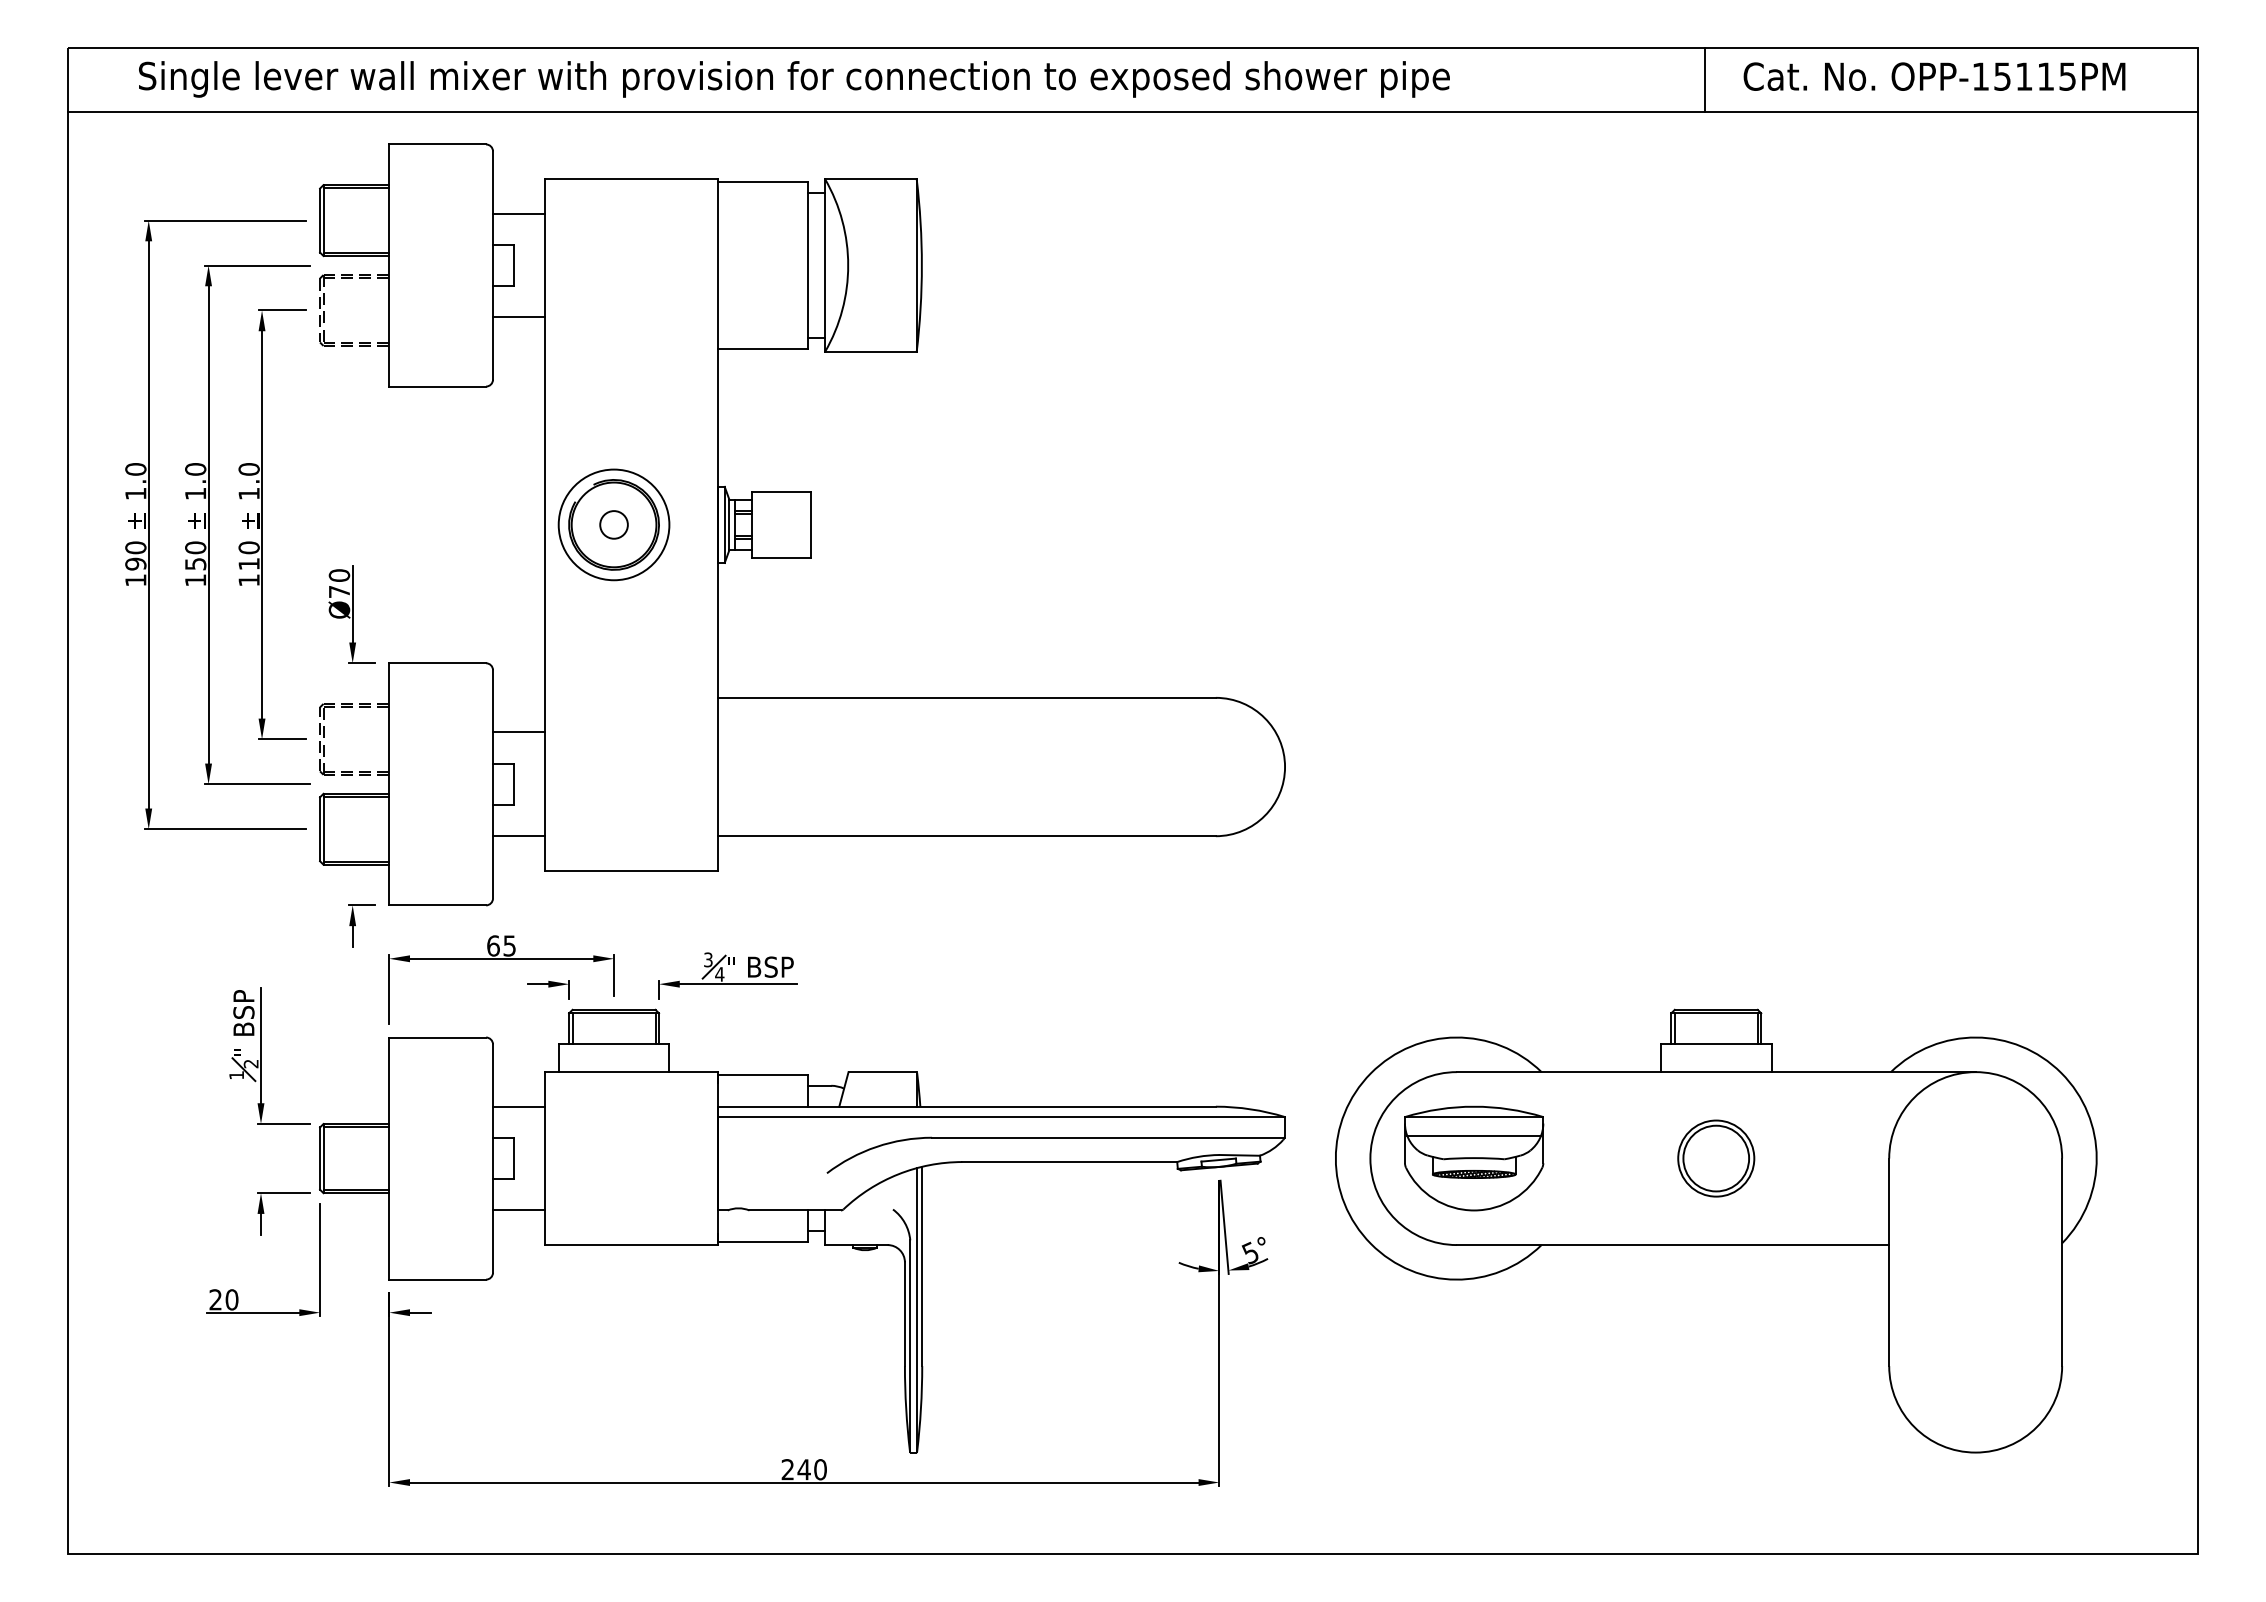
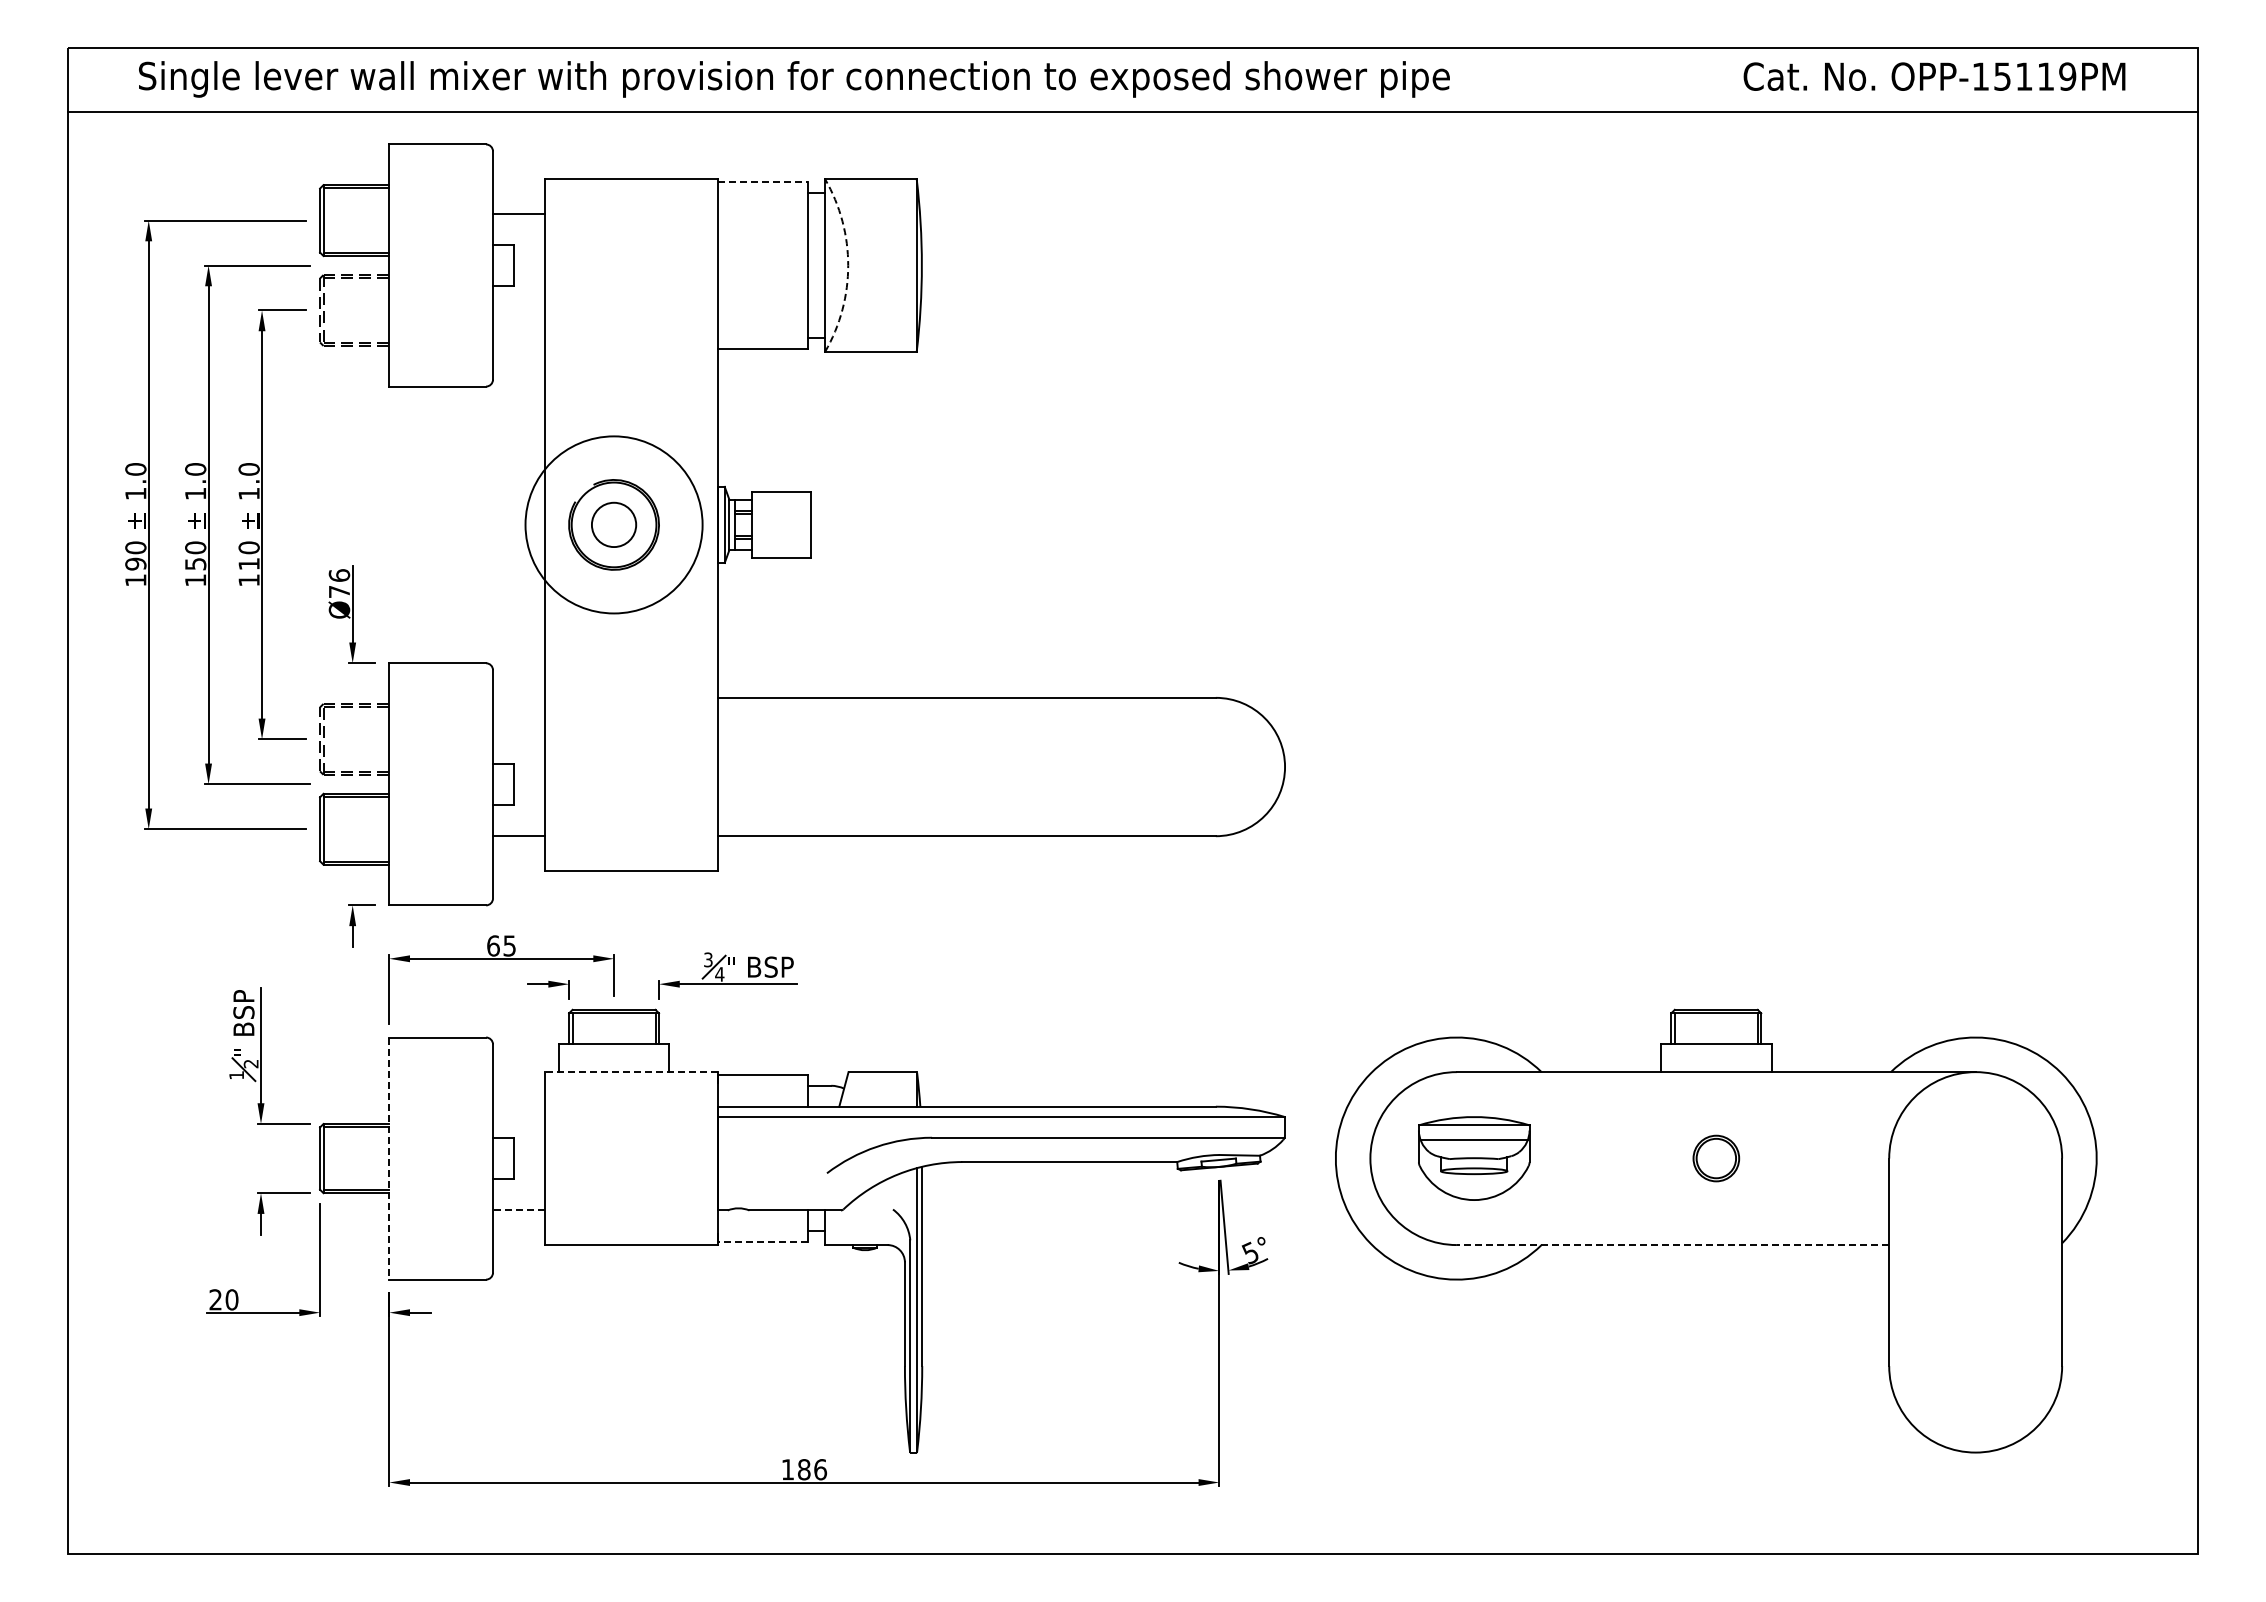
text at (2067, 76): OPP-15115PM -> OPP-15119PM
line at (1704, 79): present -> none
line at (762, 181): solid -> dashed
arc at (848, 265): solid -> dashed
line at (518, 317): present -> none
circle at (613, 524) diameter: 111 px -> 177 px
circle at (613, 524) diameter: 28 px -> 44 px
text at (338, 575): Ø70 -> Ø76
line at (518, 732): present -> none
line at (630, 1072): solid -> dashed
line at (518, 1106): present -> none
part at (1474, 1158) size: 141x107 px -> 113x85 px
part at (1716, 1158) size: 79x79 px -> 49x49 px
line at (389, 1159): solid -> dashed
line at (518, 1210): solid -> dashed
line at (762, 1242): solid -> dashed
line at (1672, 1245): solid -> dashed
text at (804, 1469): 240 -> 186
